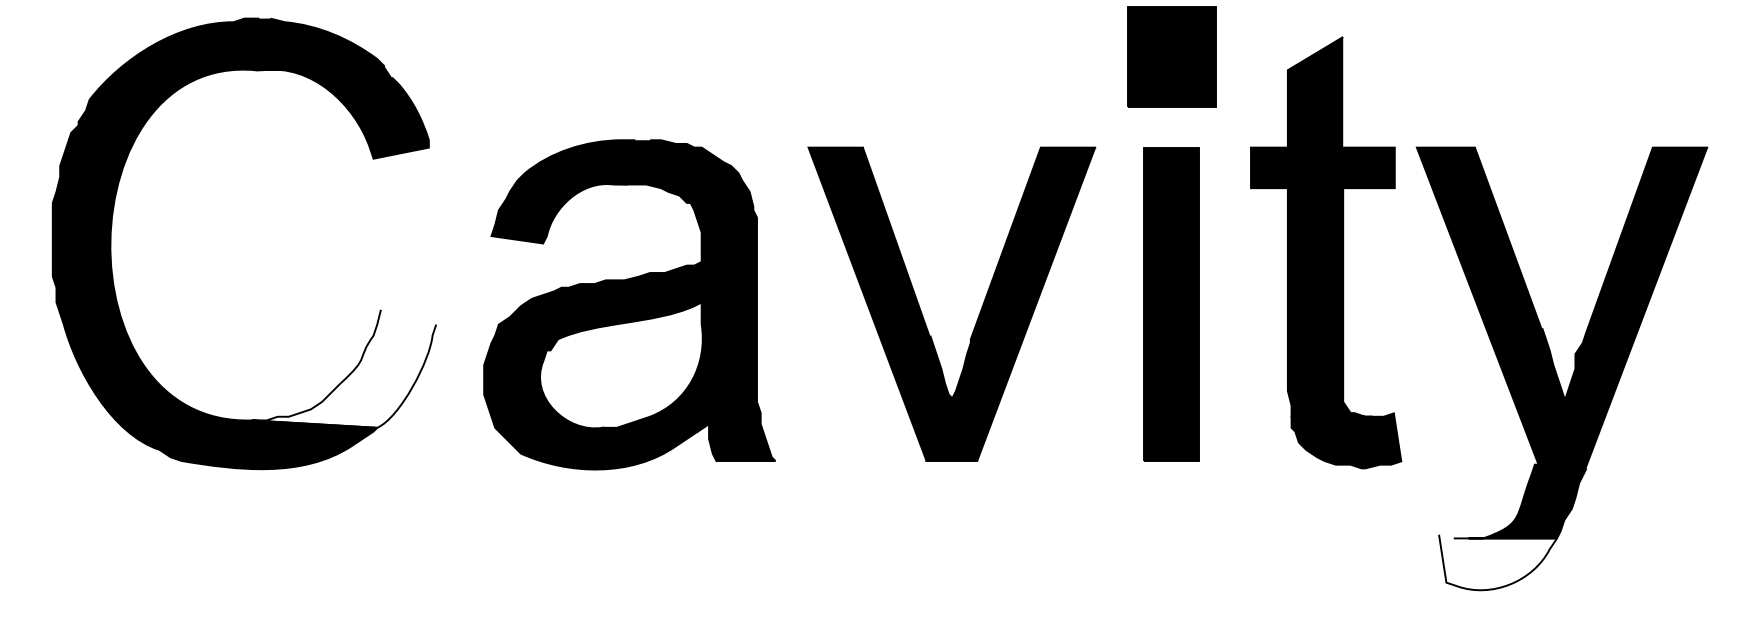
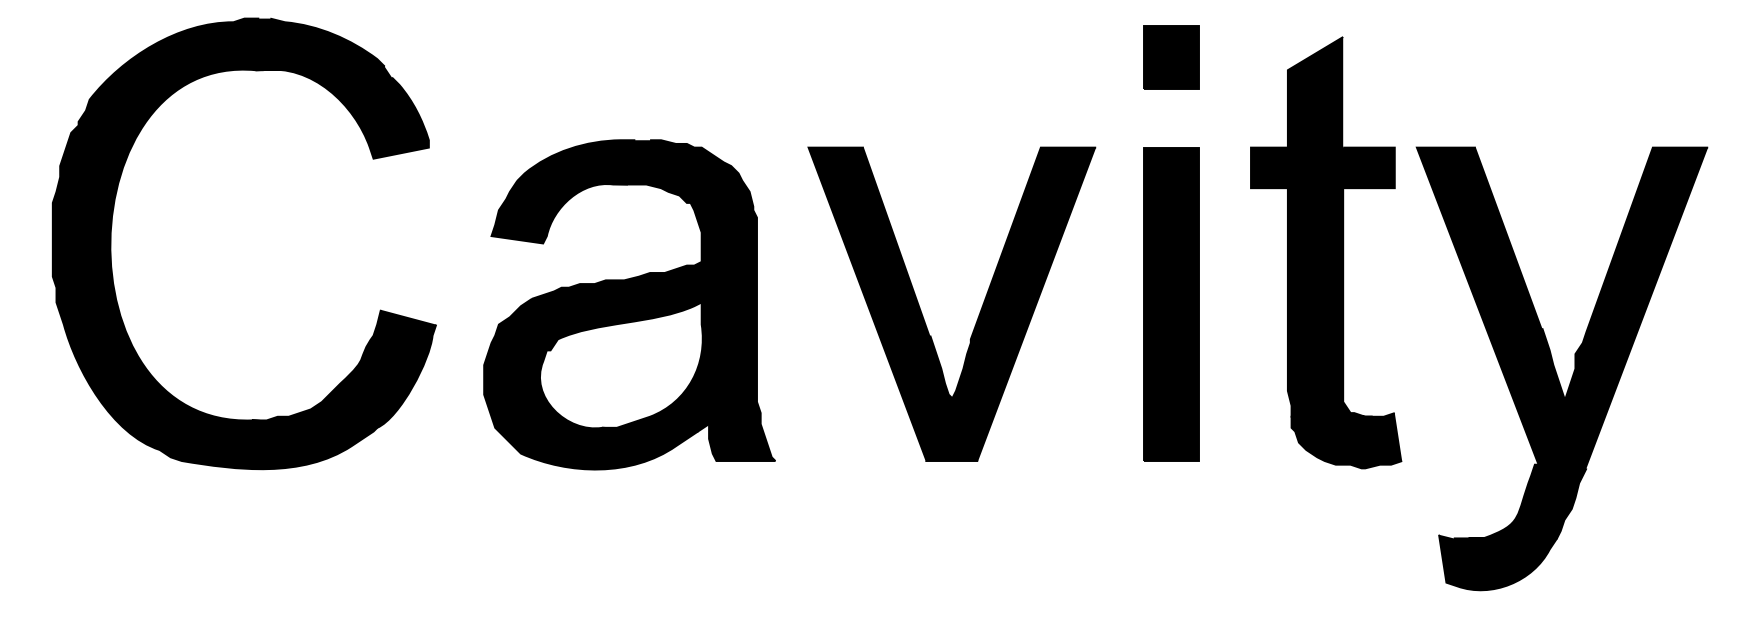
part at (1171, 56) size: 90x102 px -> 57x65 px
fill at (343, 368): none -> present
fill at (1498, 562): none -> present
